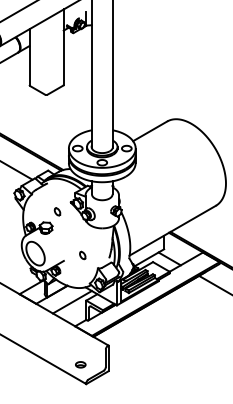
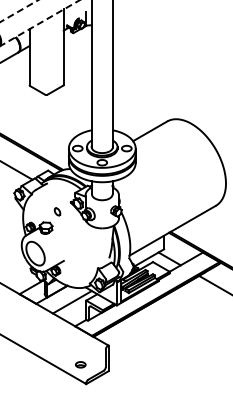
line at (19, 11): solid -> dashed
line at (39, 23): solid -> dashed
part at (82, 255): present -> none
